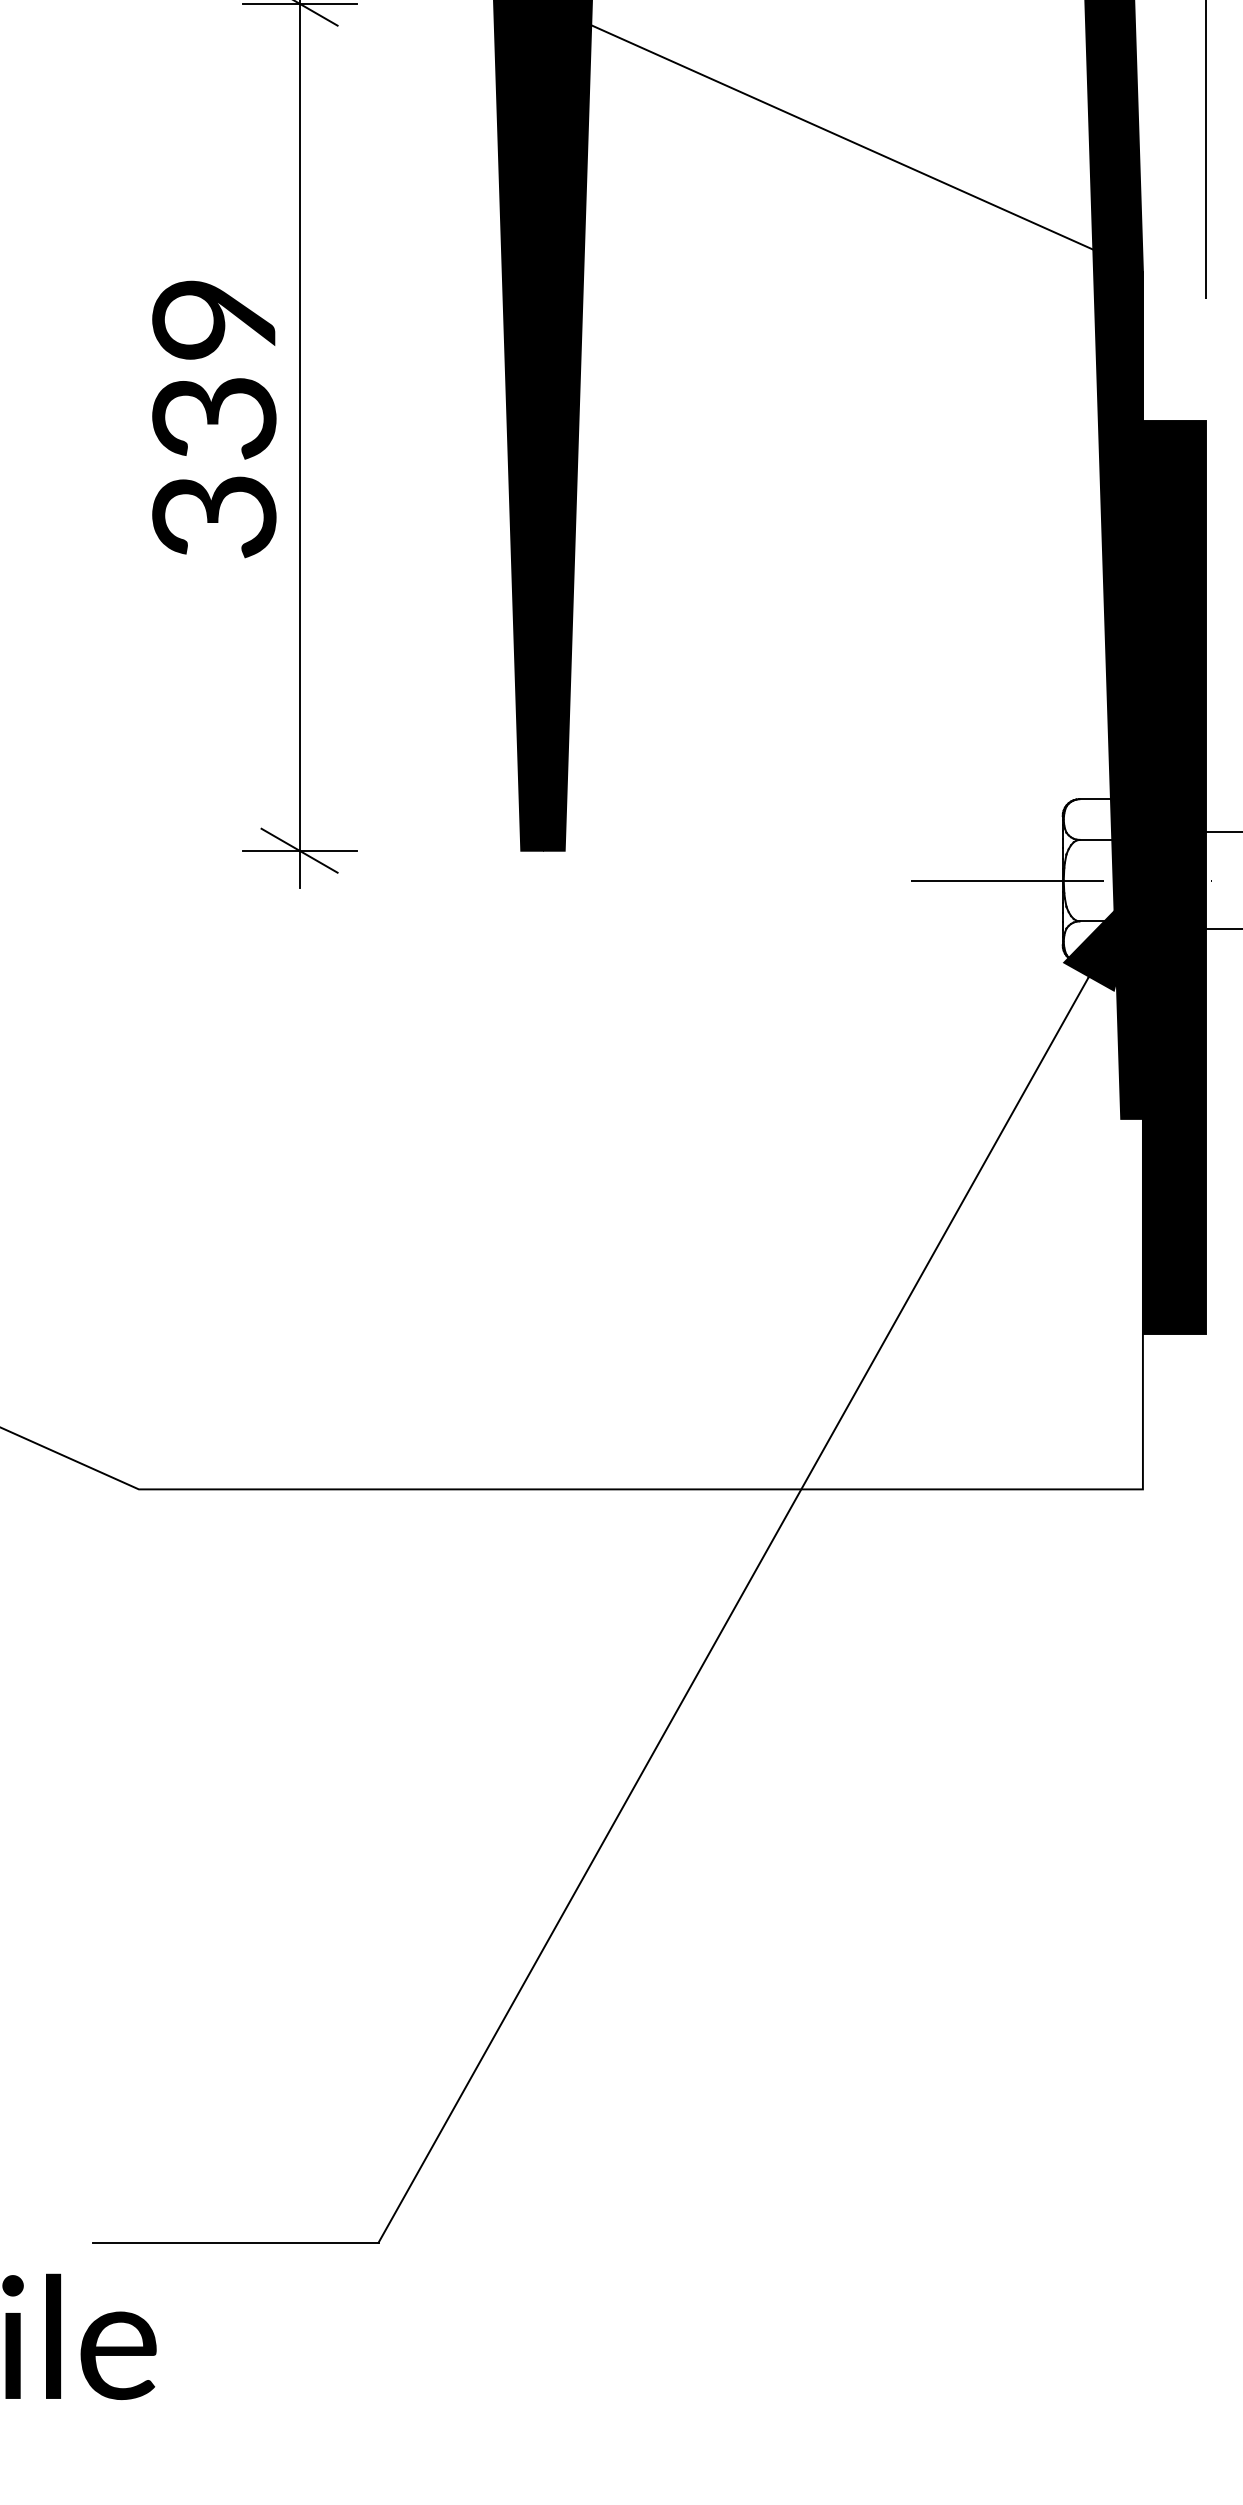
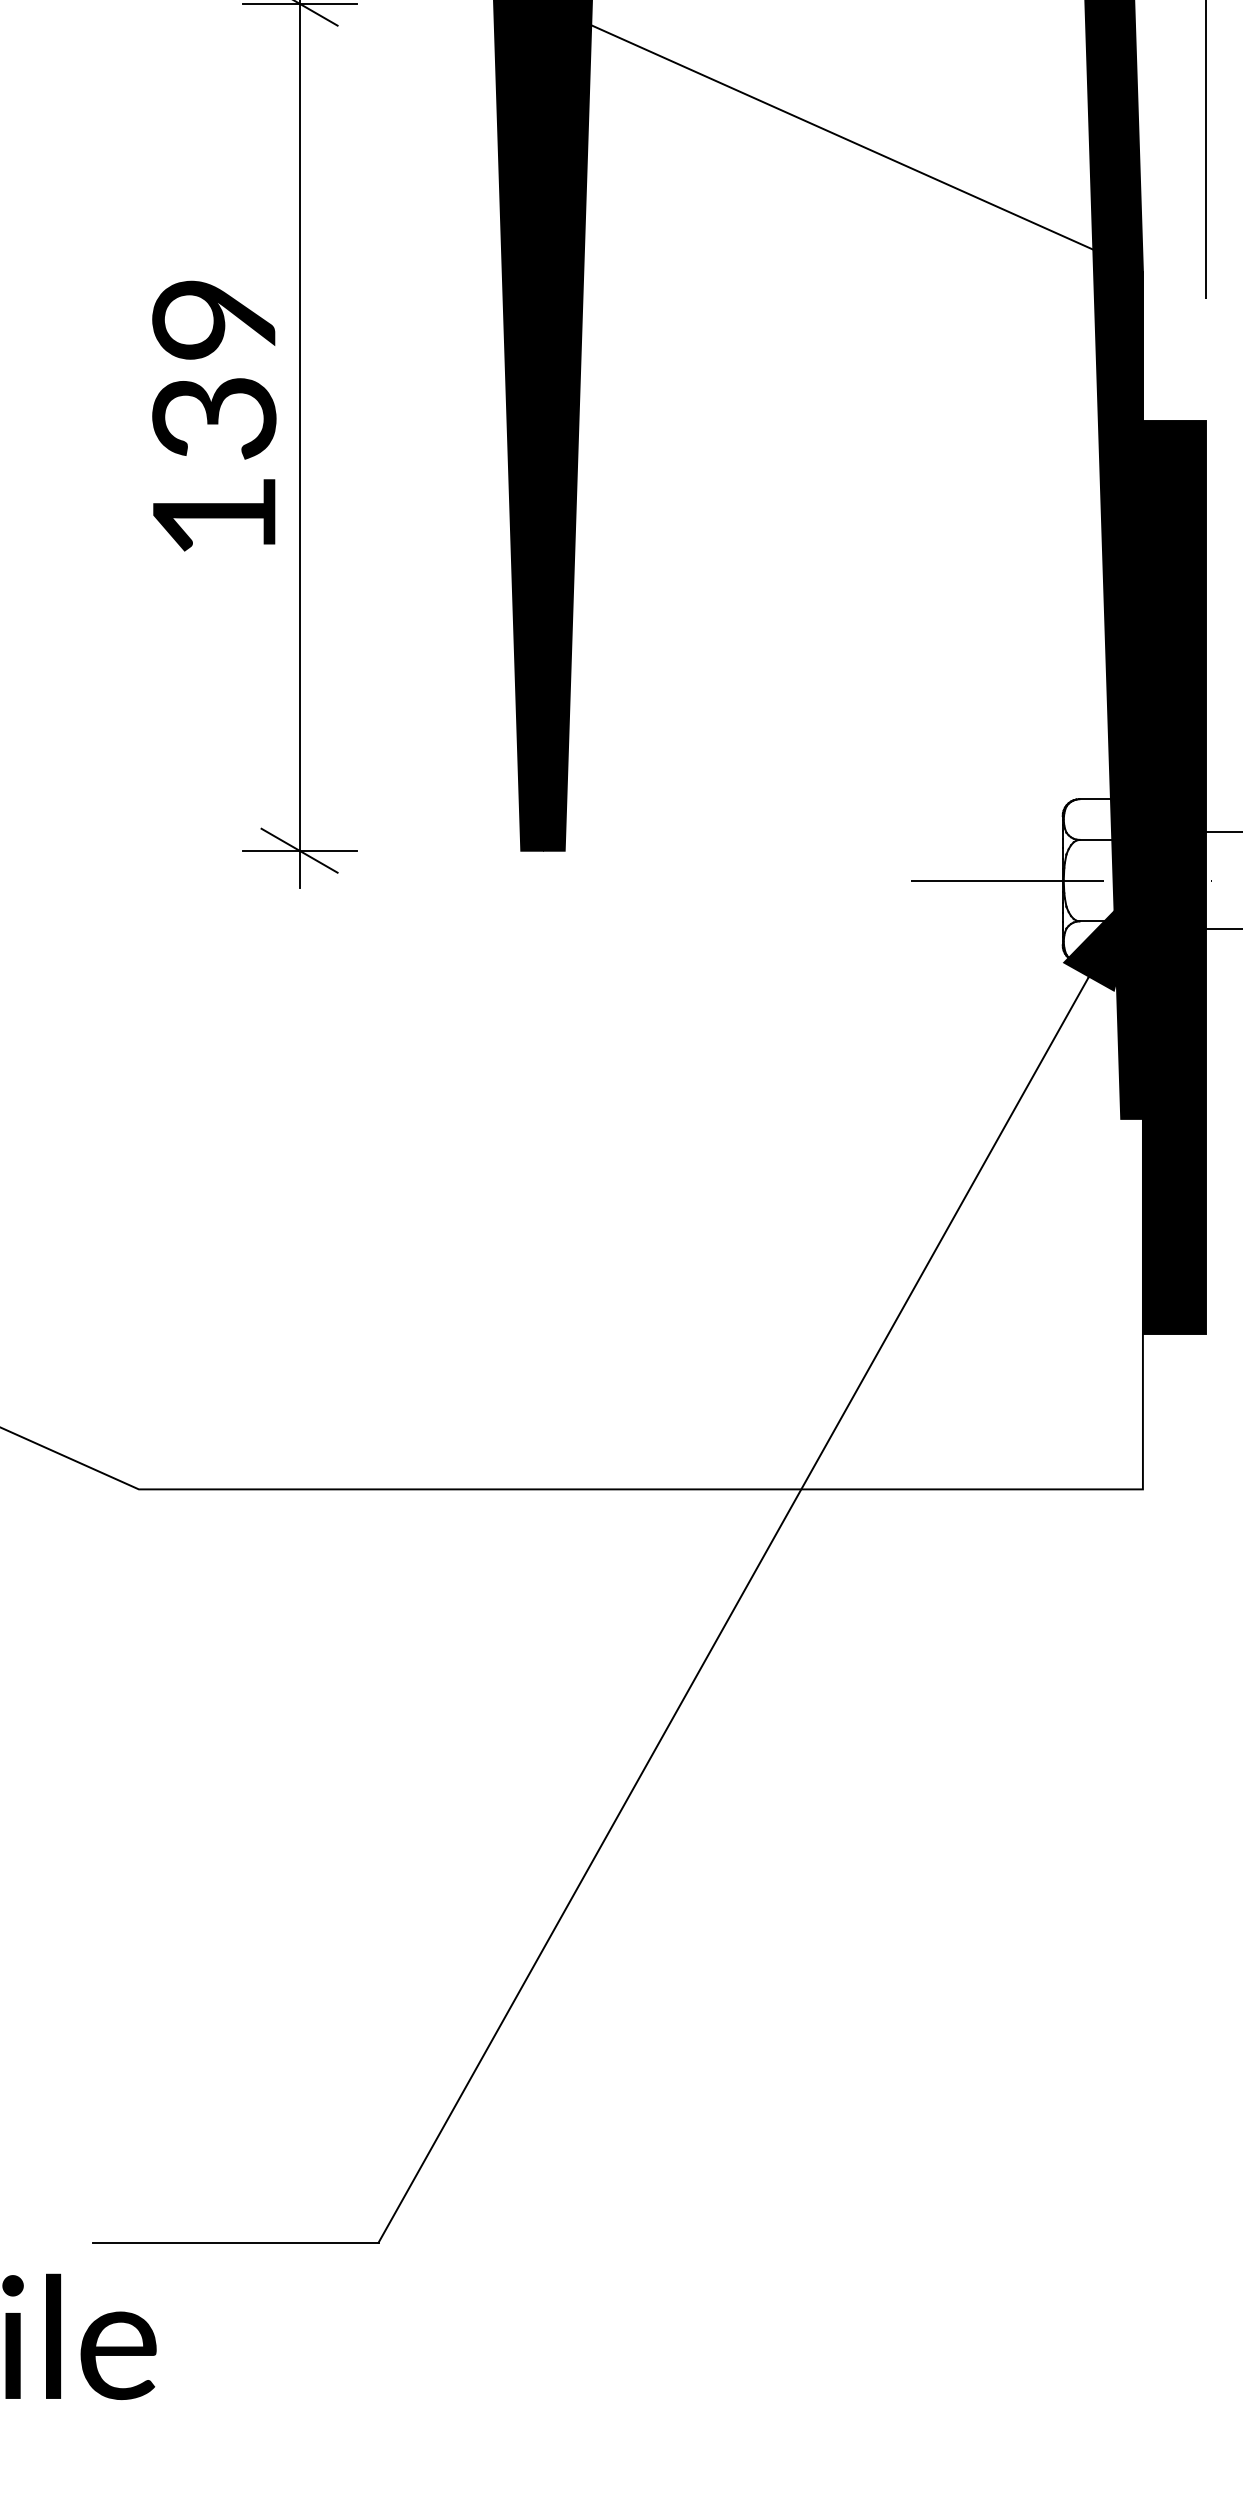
text at (214, 517): 339 -> 139
